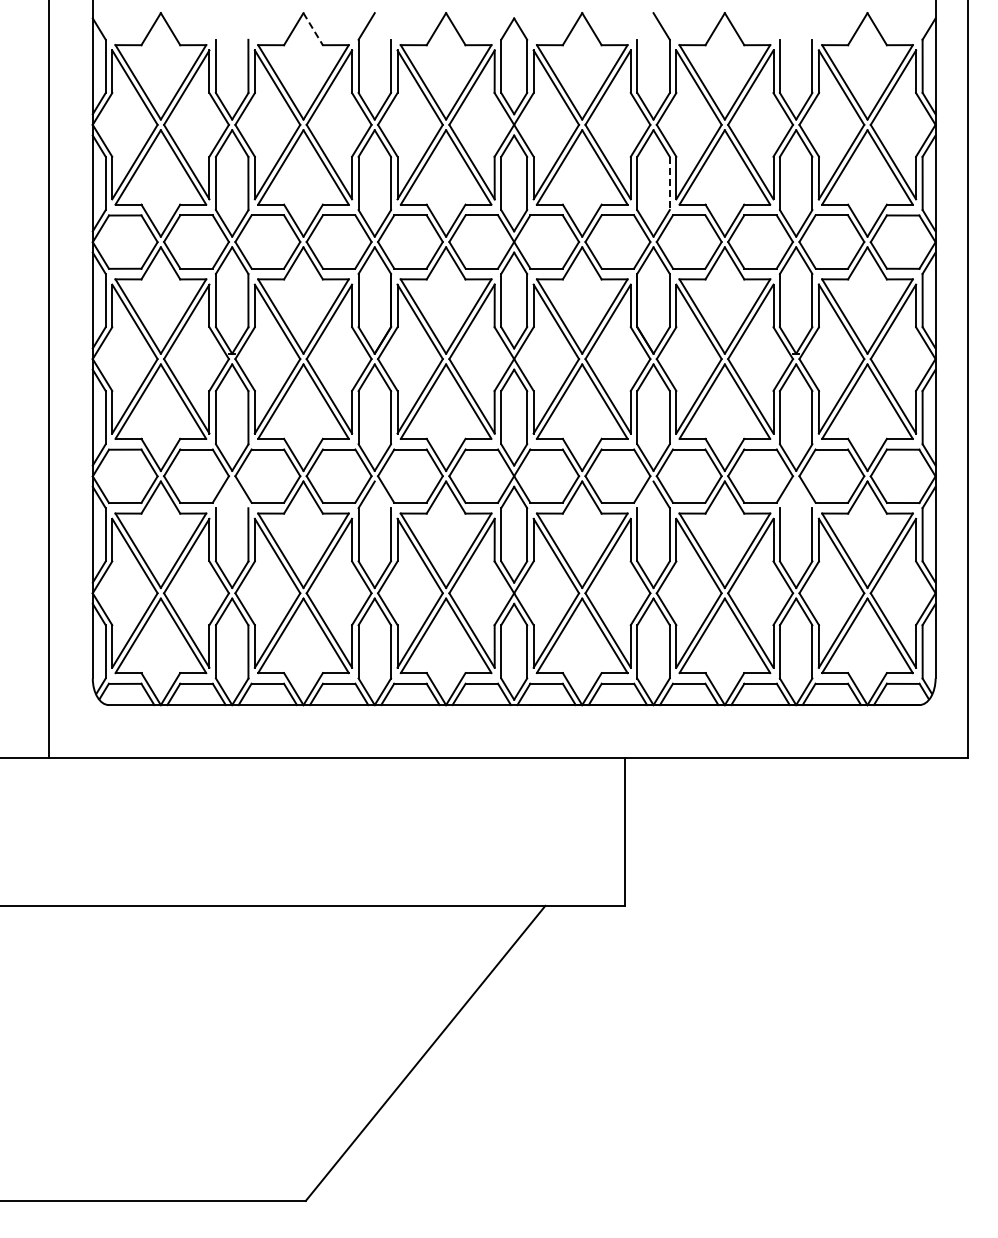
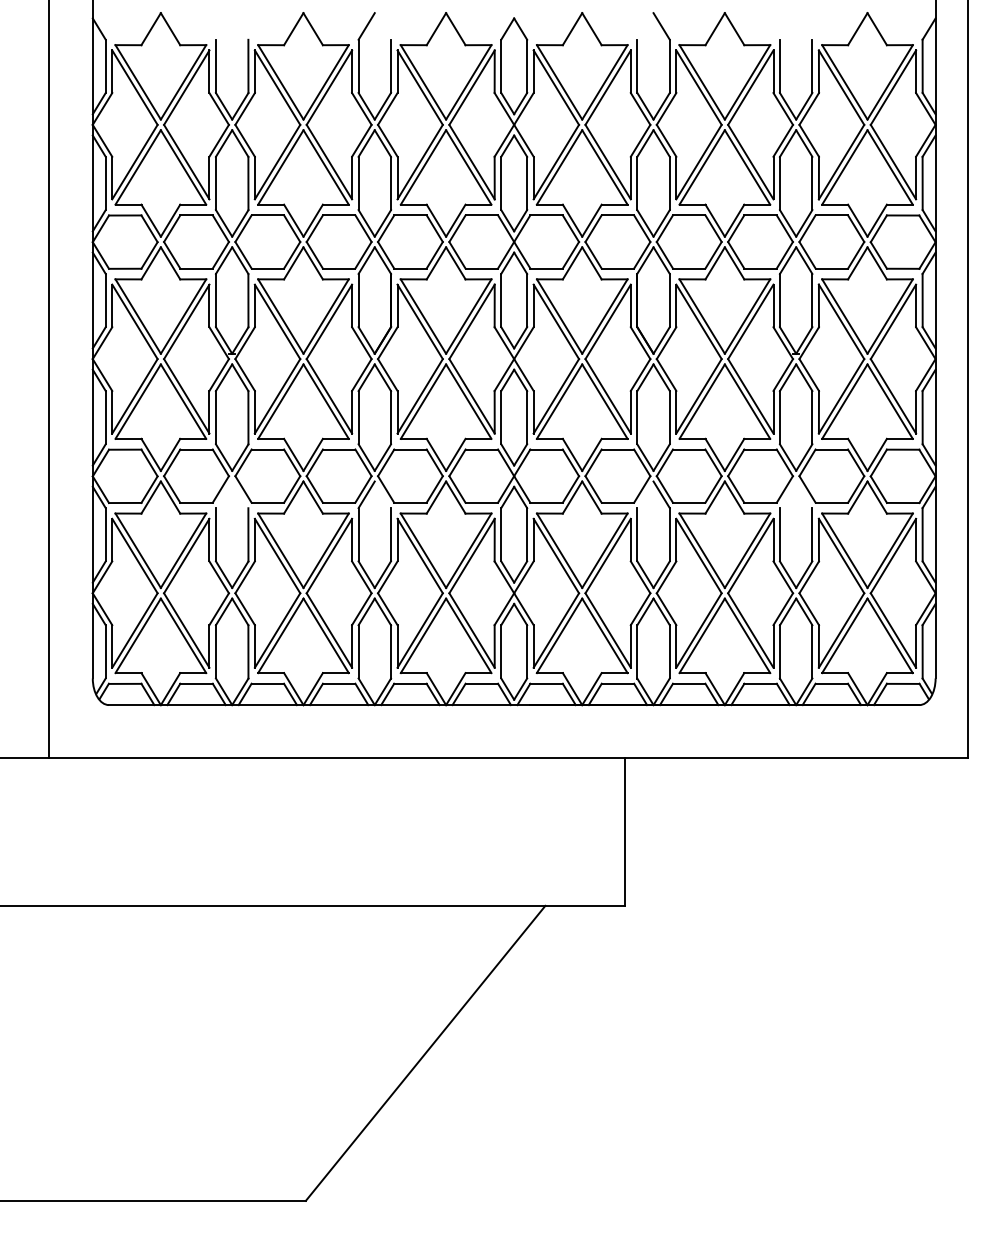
line at (313, 29): dashed -> solid
line at (669, 183): dashed -> solid
